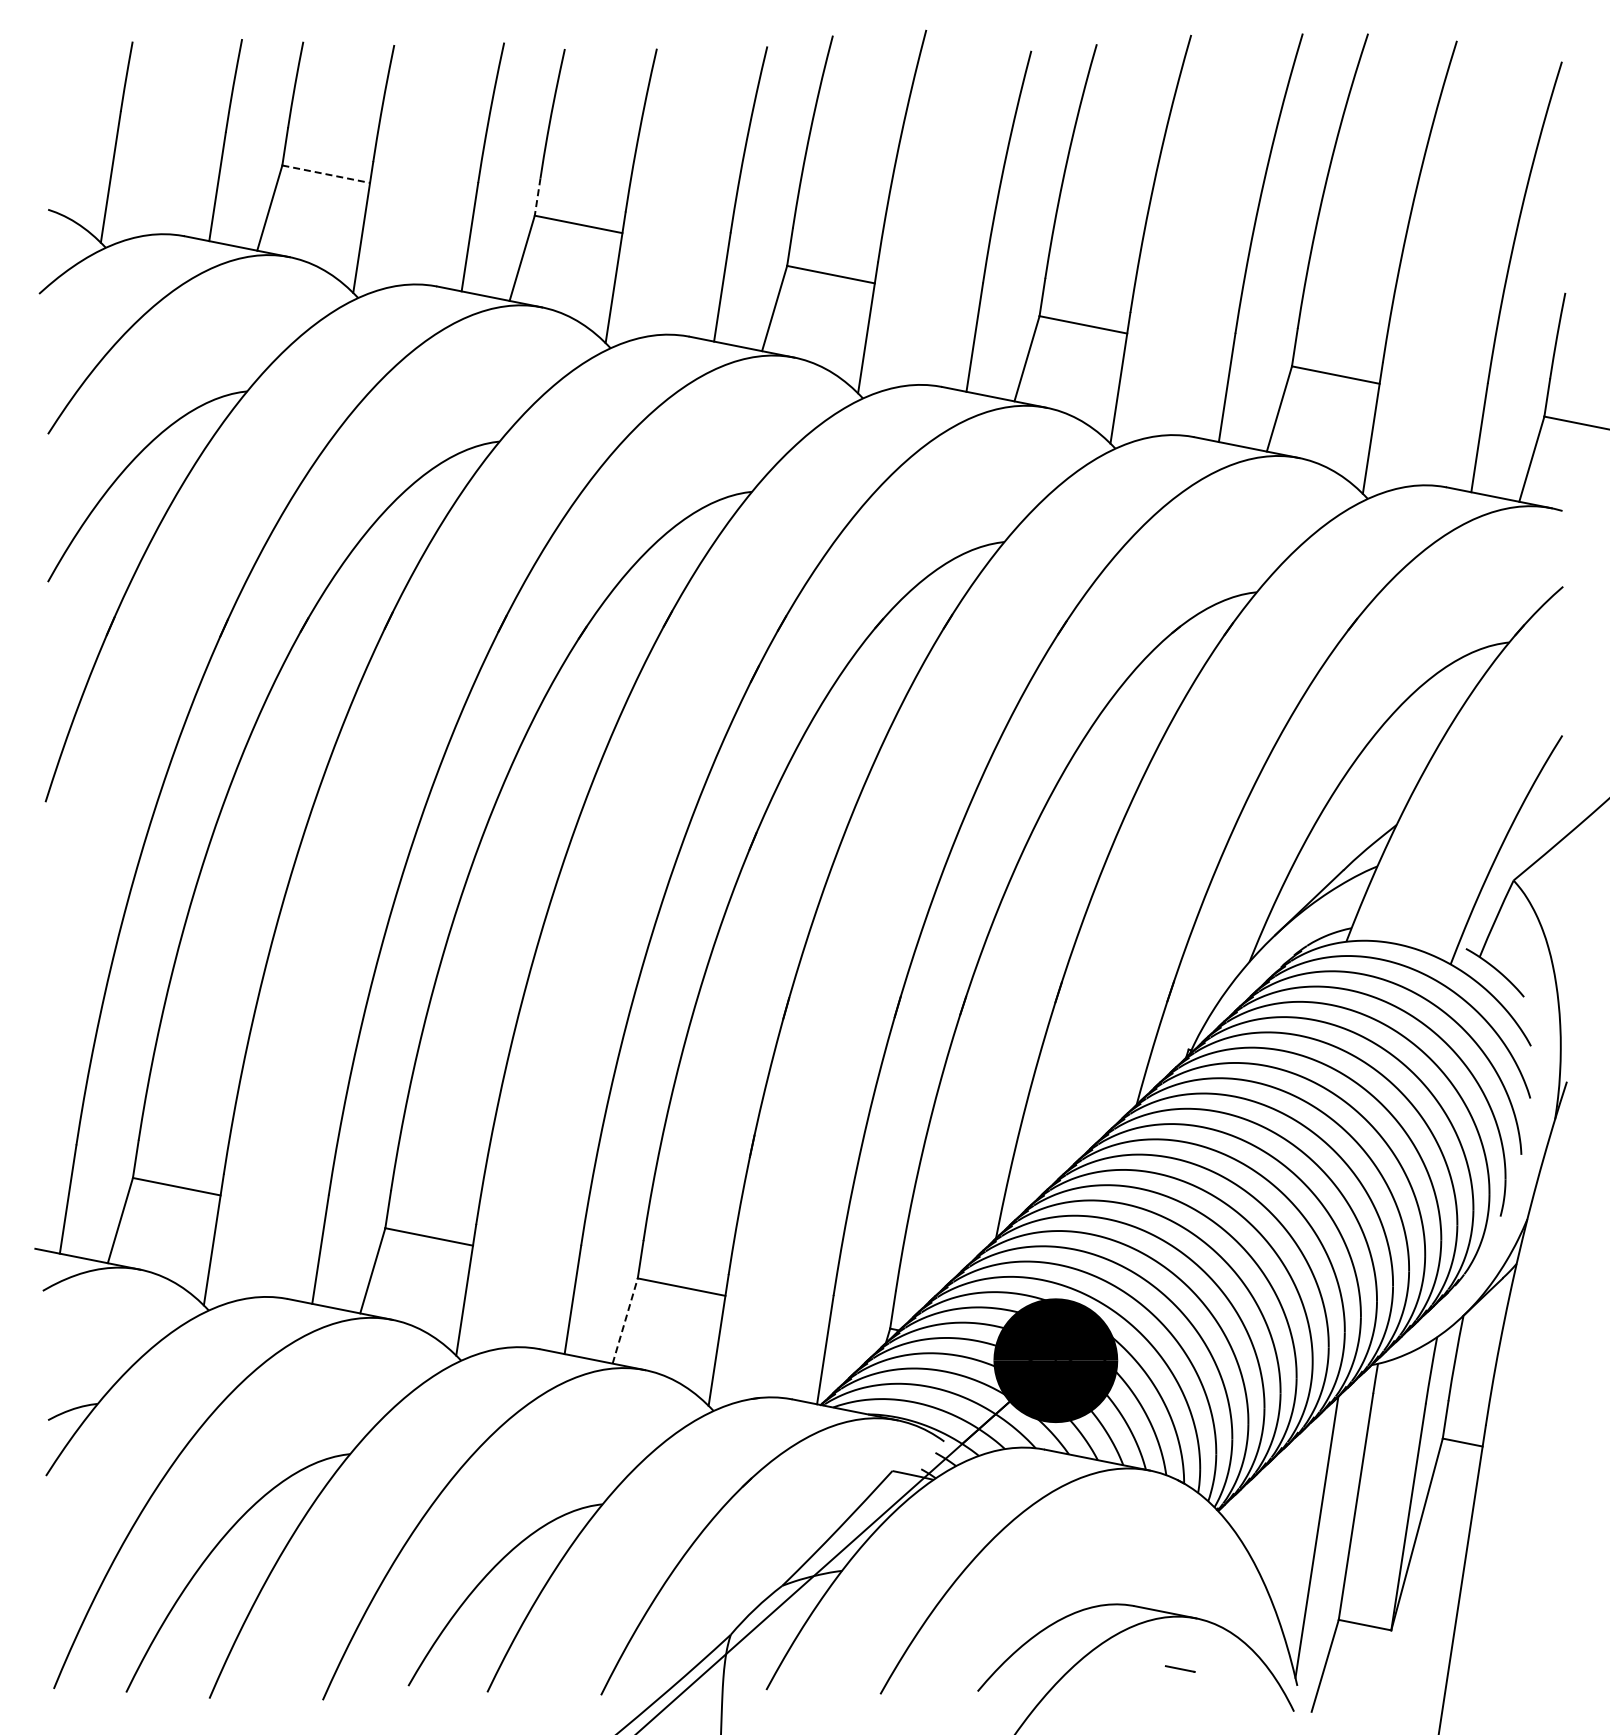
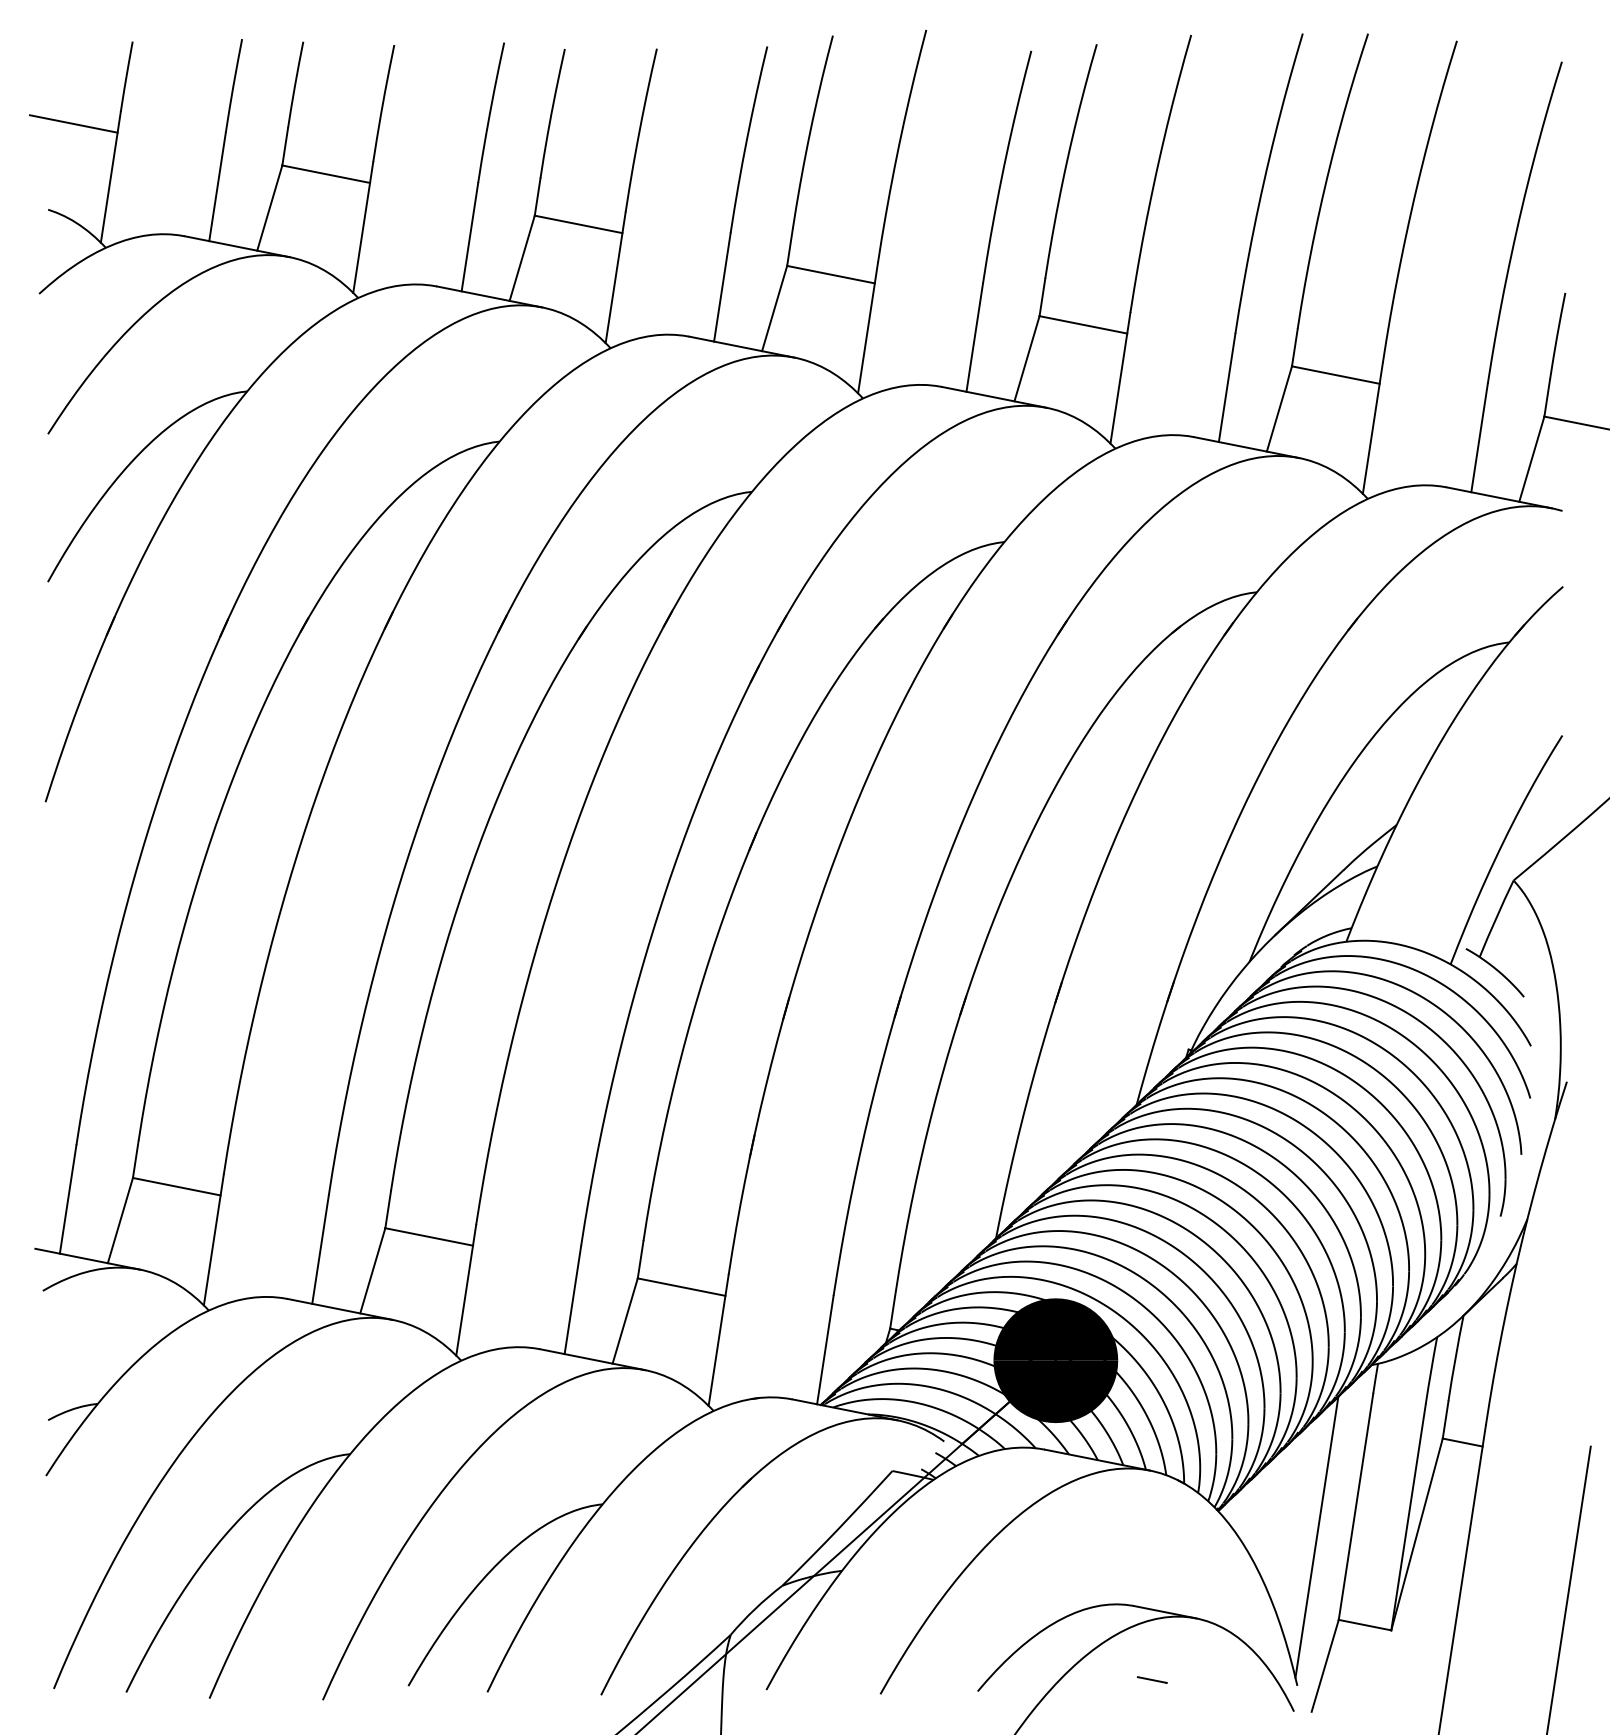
line at (73, 123): none -> present
line at (326, 174): dashed -> solid
line at (537, 197): dashed -> solid
line at (625, 1320): dashed -> solid
line at (1568, 1588): none -> present
line at (1179, 1668) position: (1179, 1668) -> (1151, 1679)
